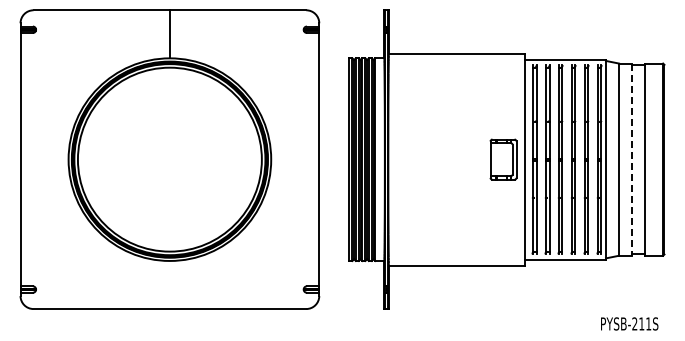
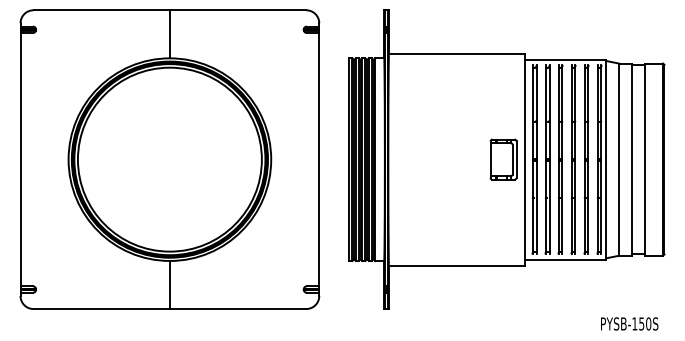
line at (631, 160): dashed -> solid
line at (169, 284): none -> present
text at (641, 323): PYSB-211S -> PYSB-150S
